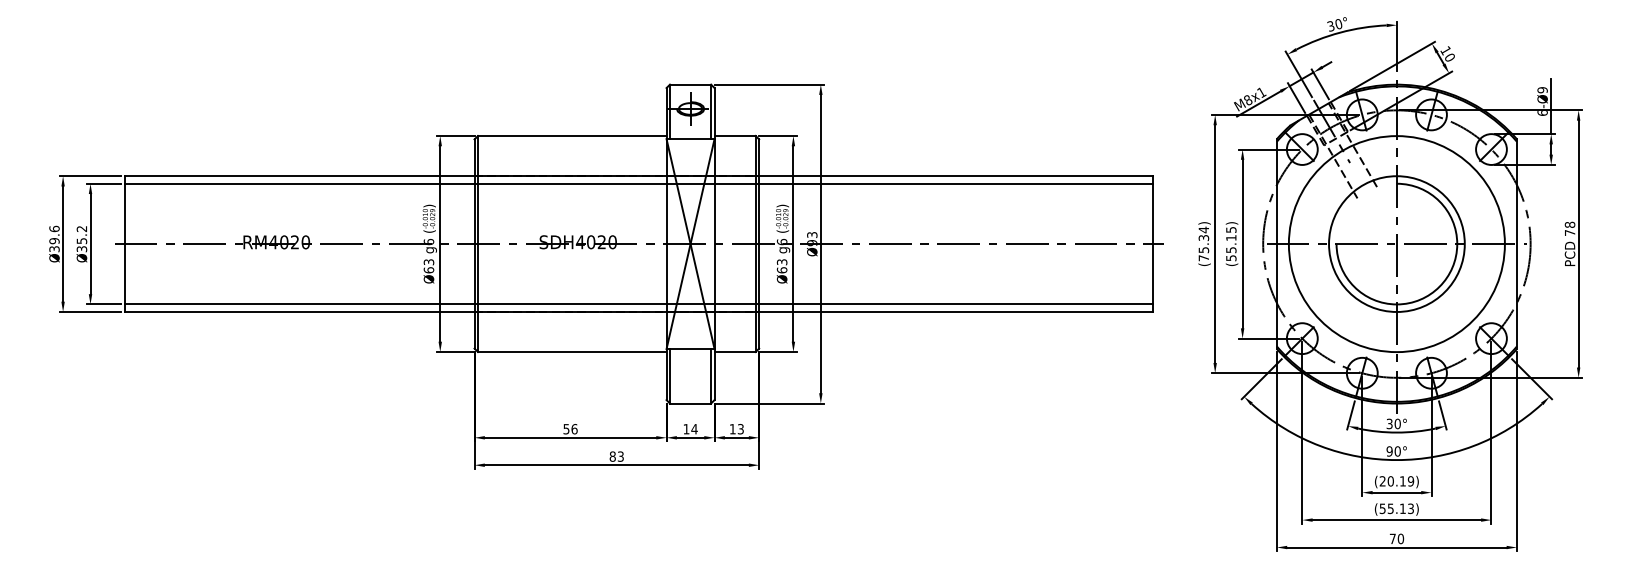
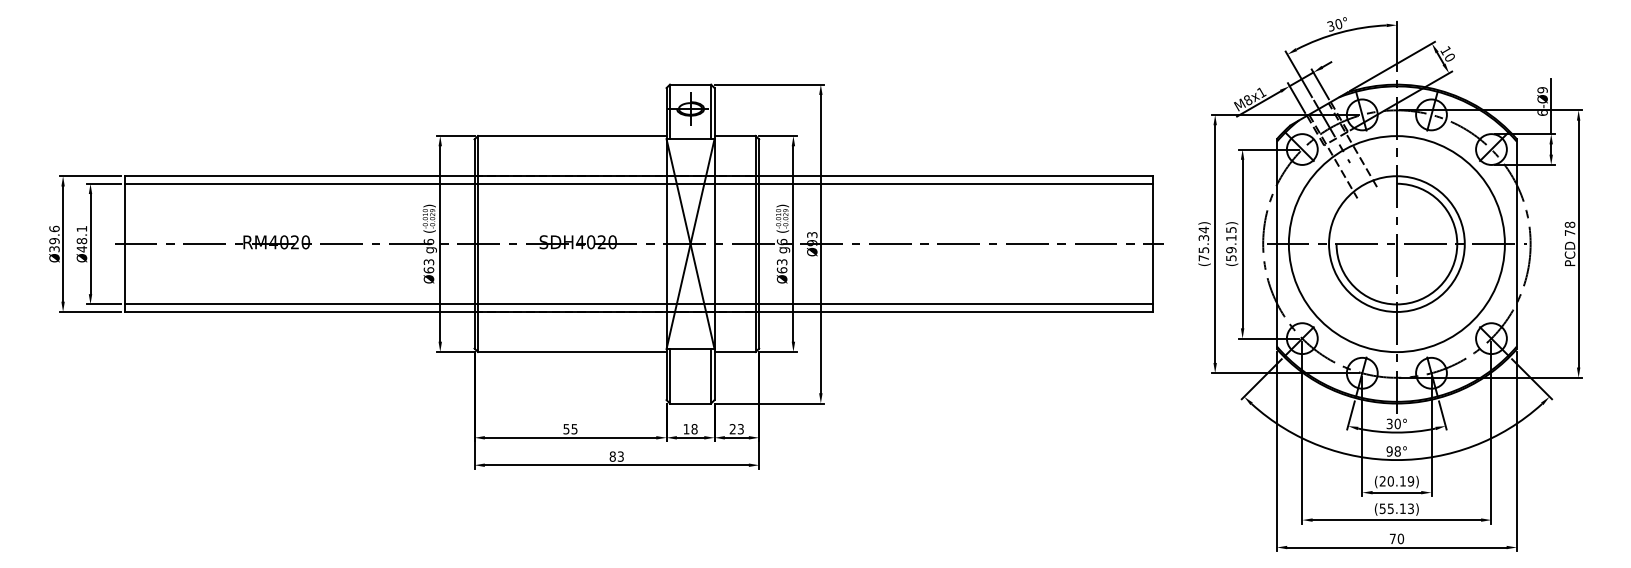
text at (81, 239): Ø35.2 -> Ø48.1
text at (1231, 250): (55.15) -> (59.15)
text at (574, 429): 56 -> 55
text at (694, 429): 14 -> 18
text at (732, 429): 13 -> 23
text at (1397, 451): 90° -> 98°
